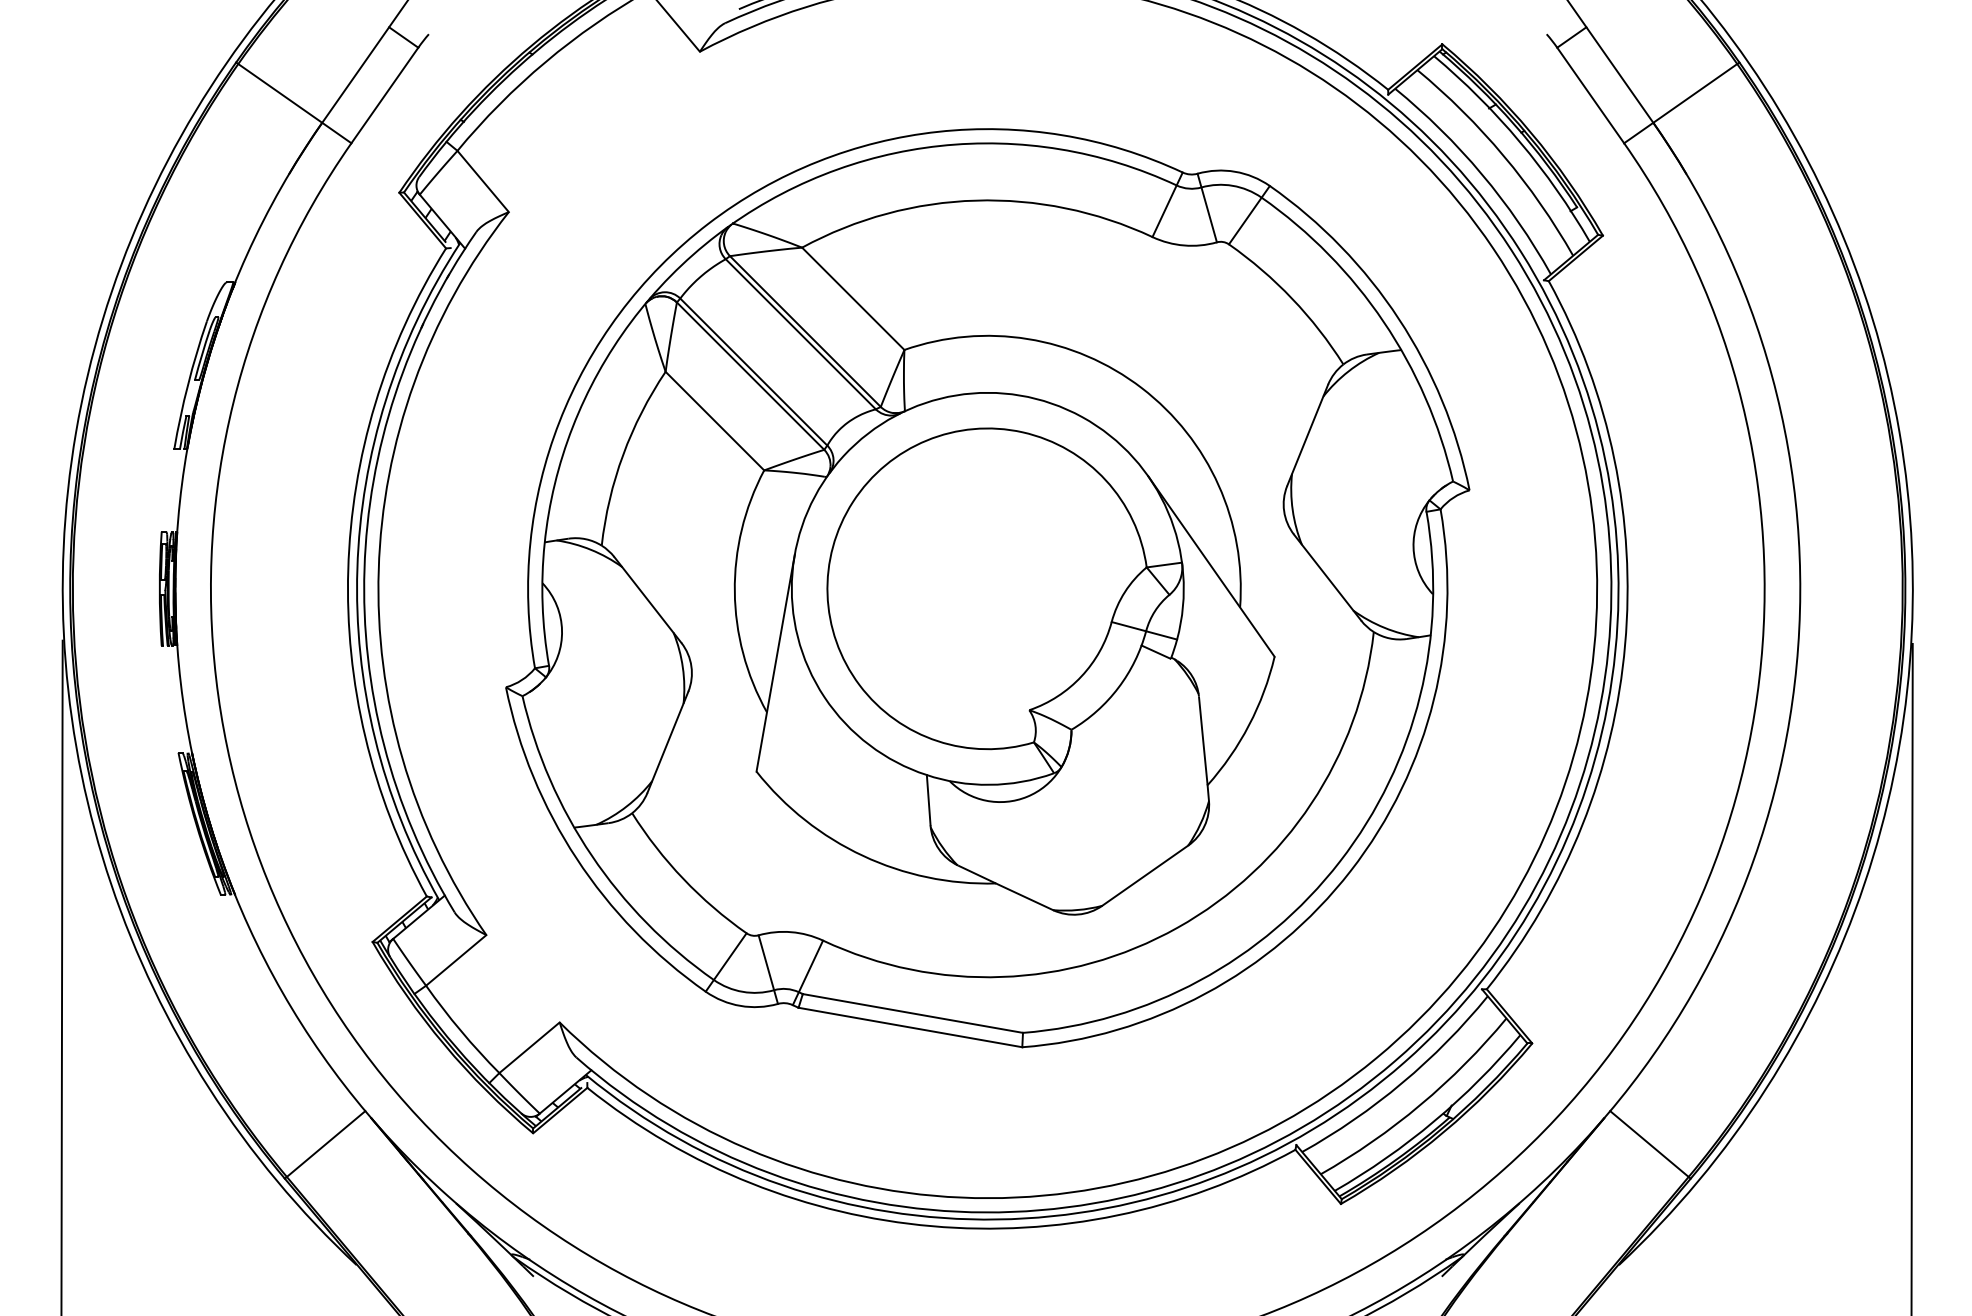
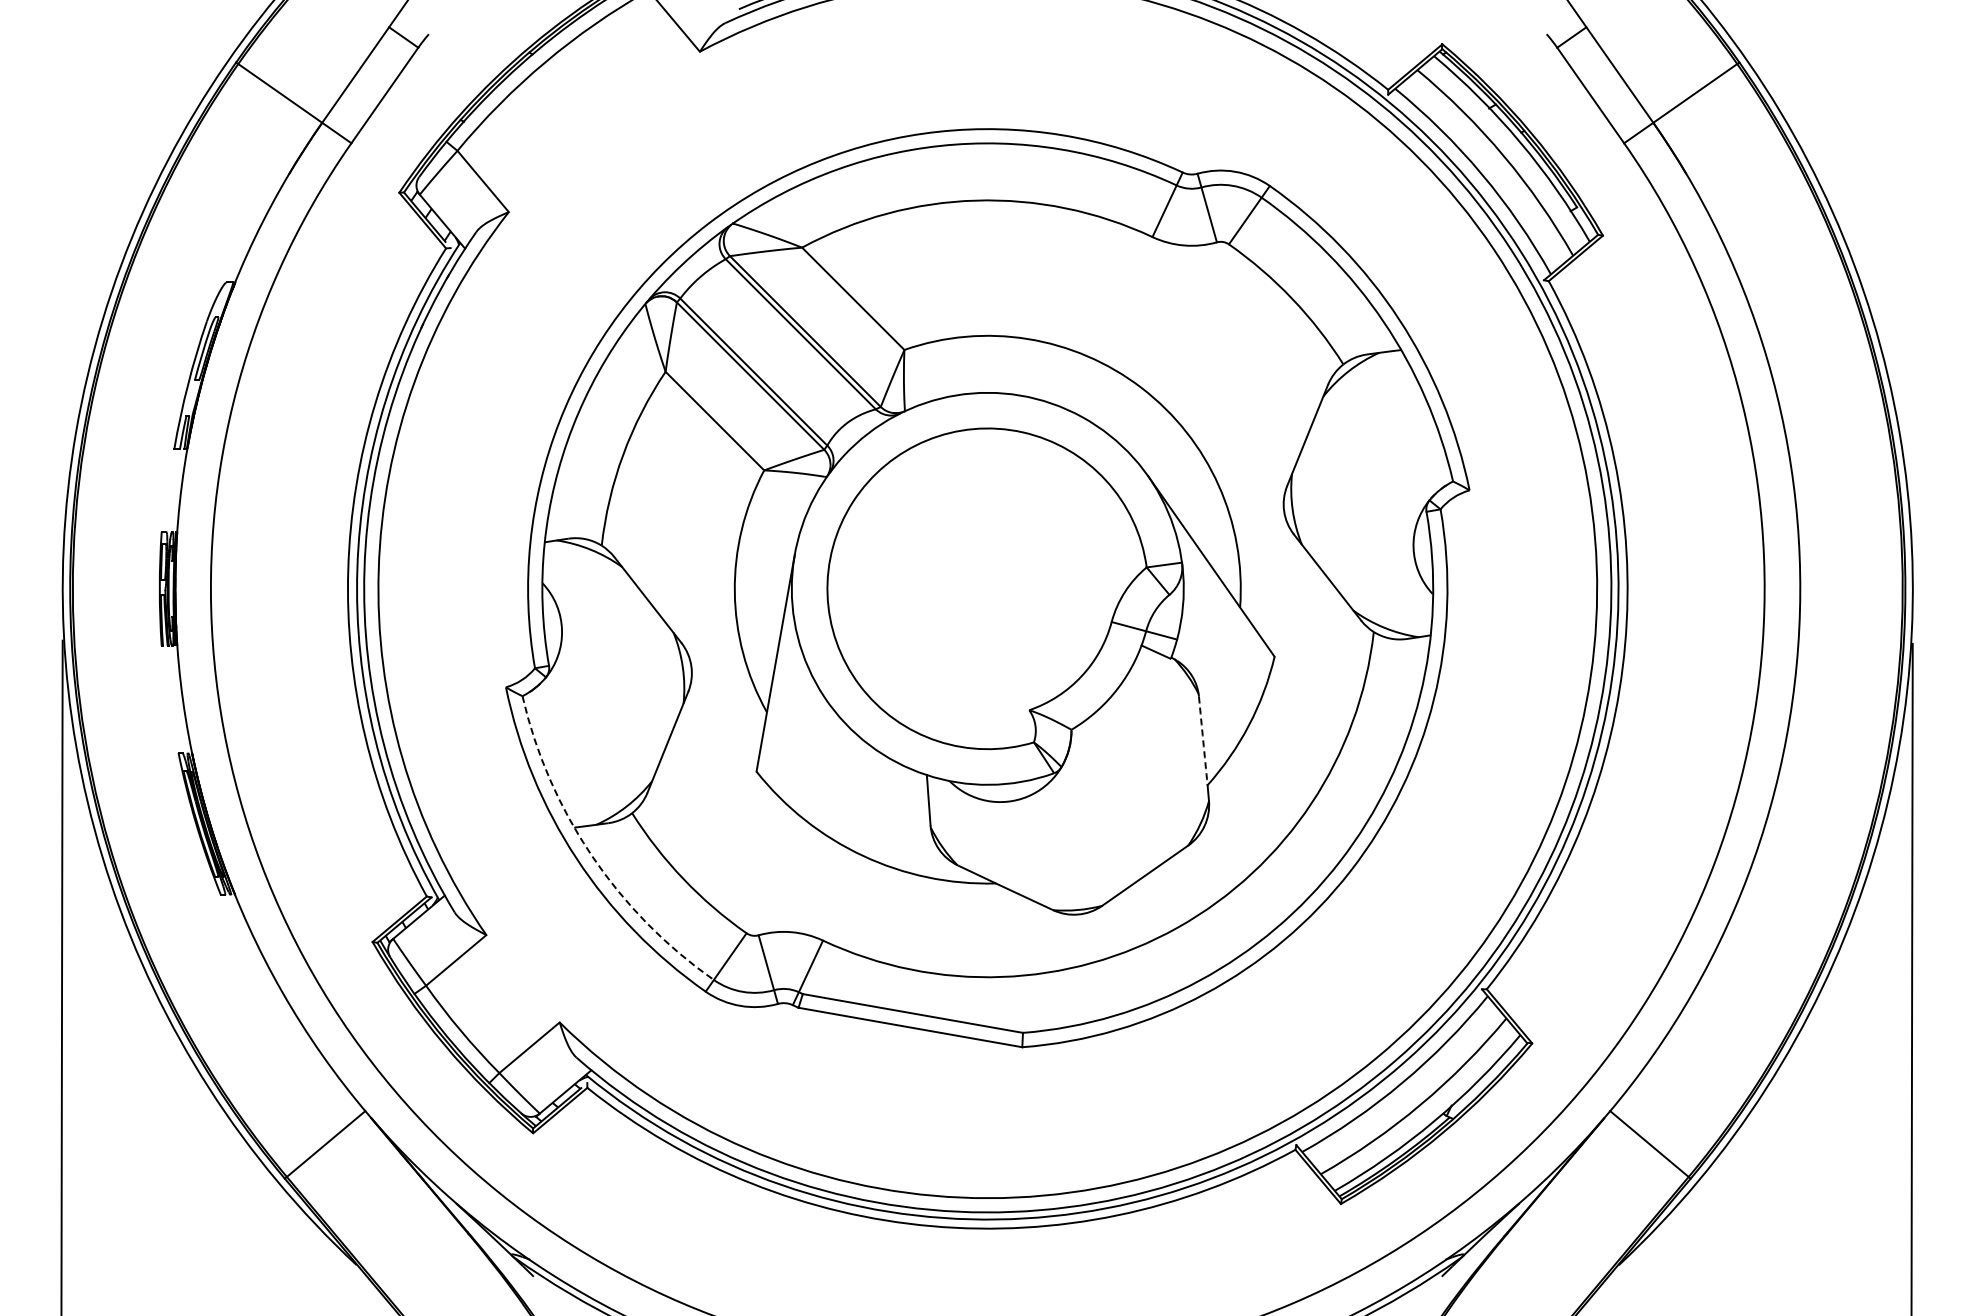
arc at (1203, 740): solid -> dashed
arc at (591, 855): solid -> dashed
